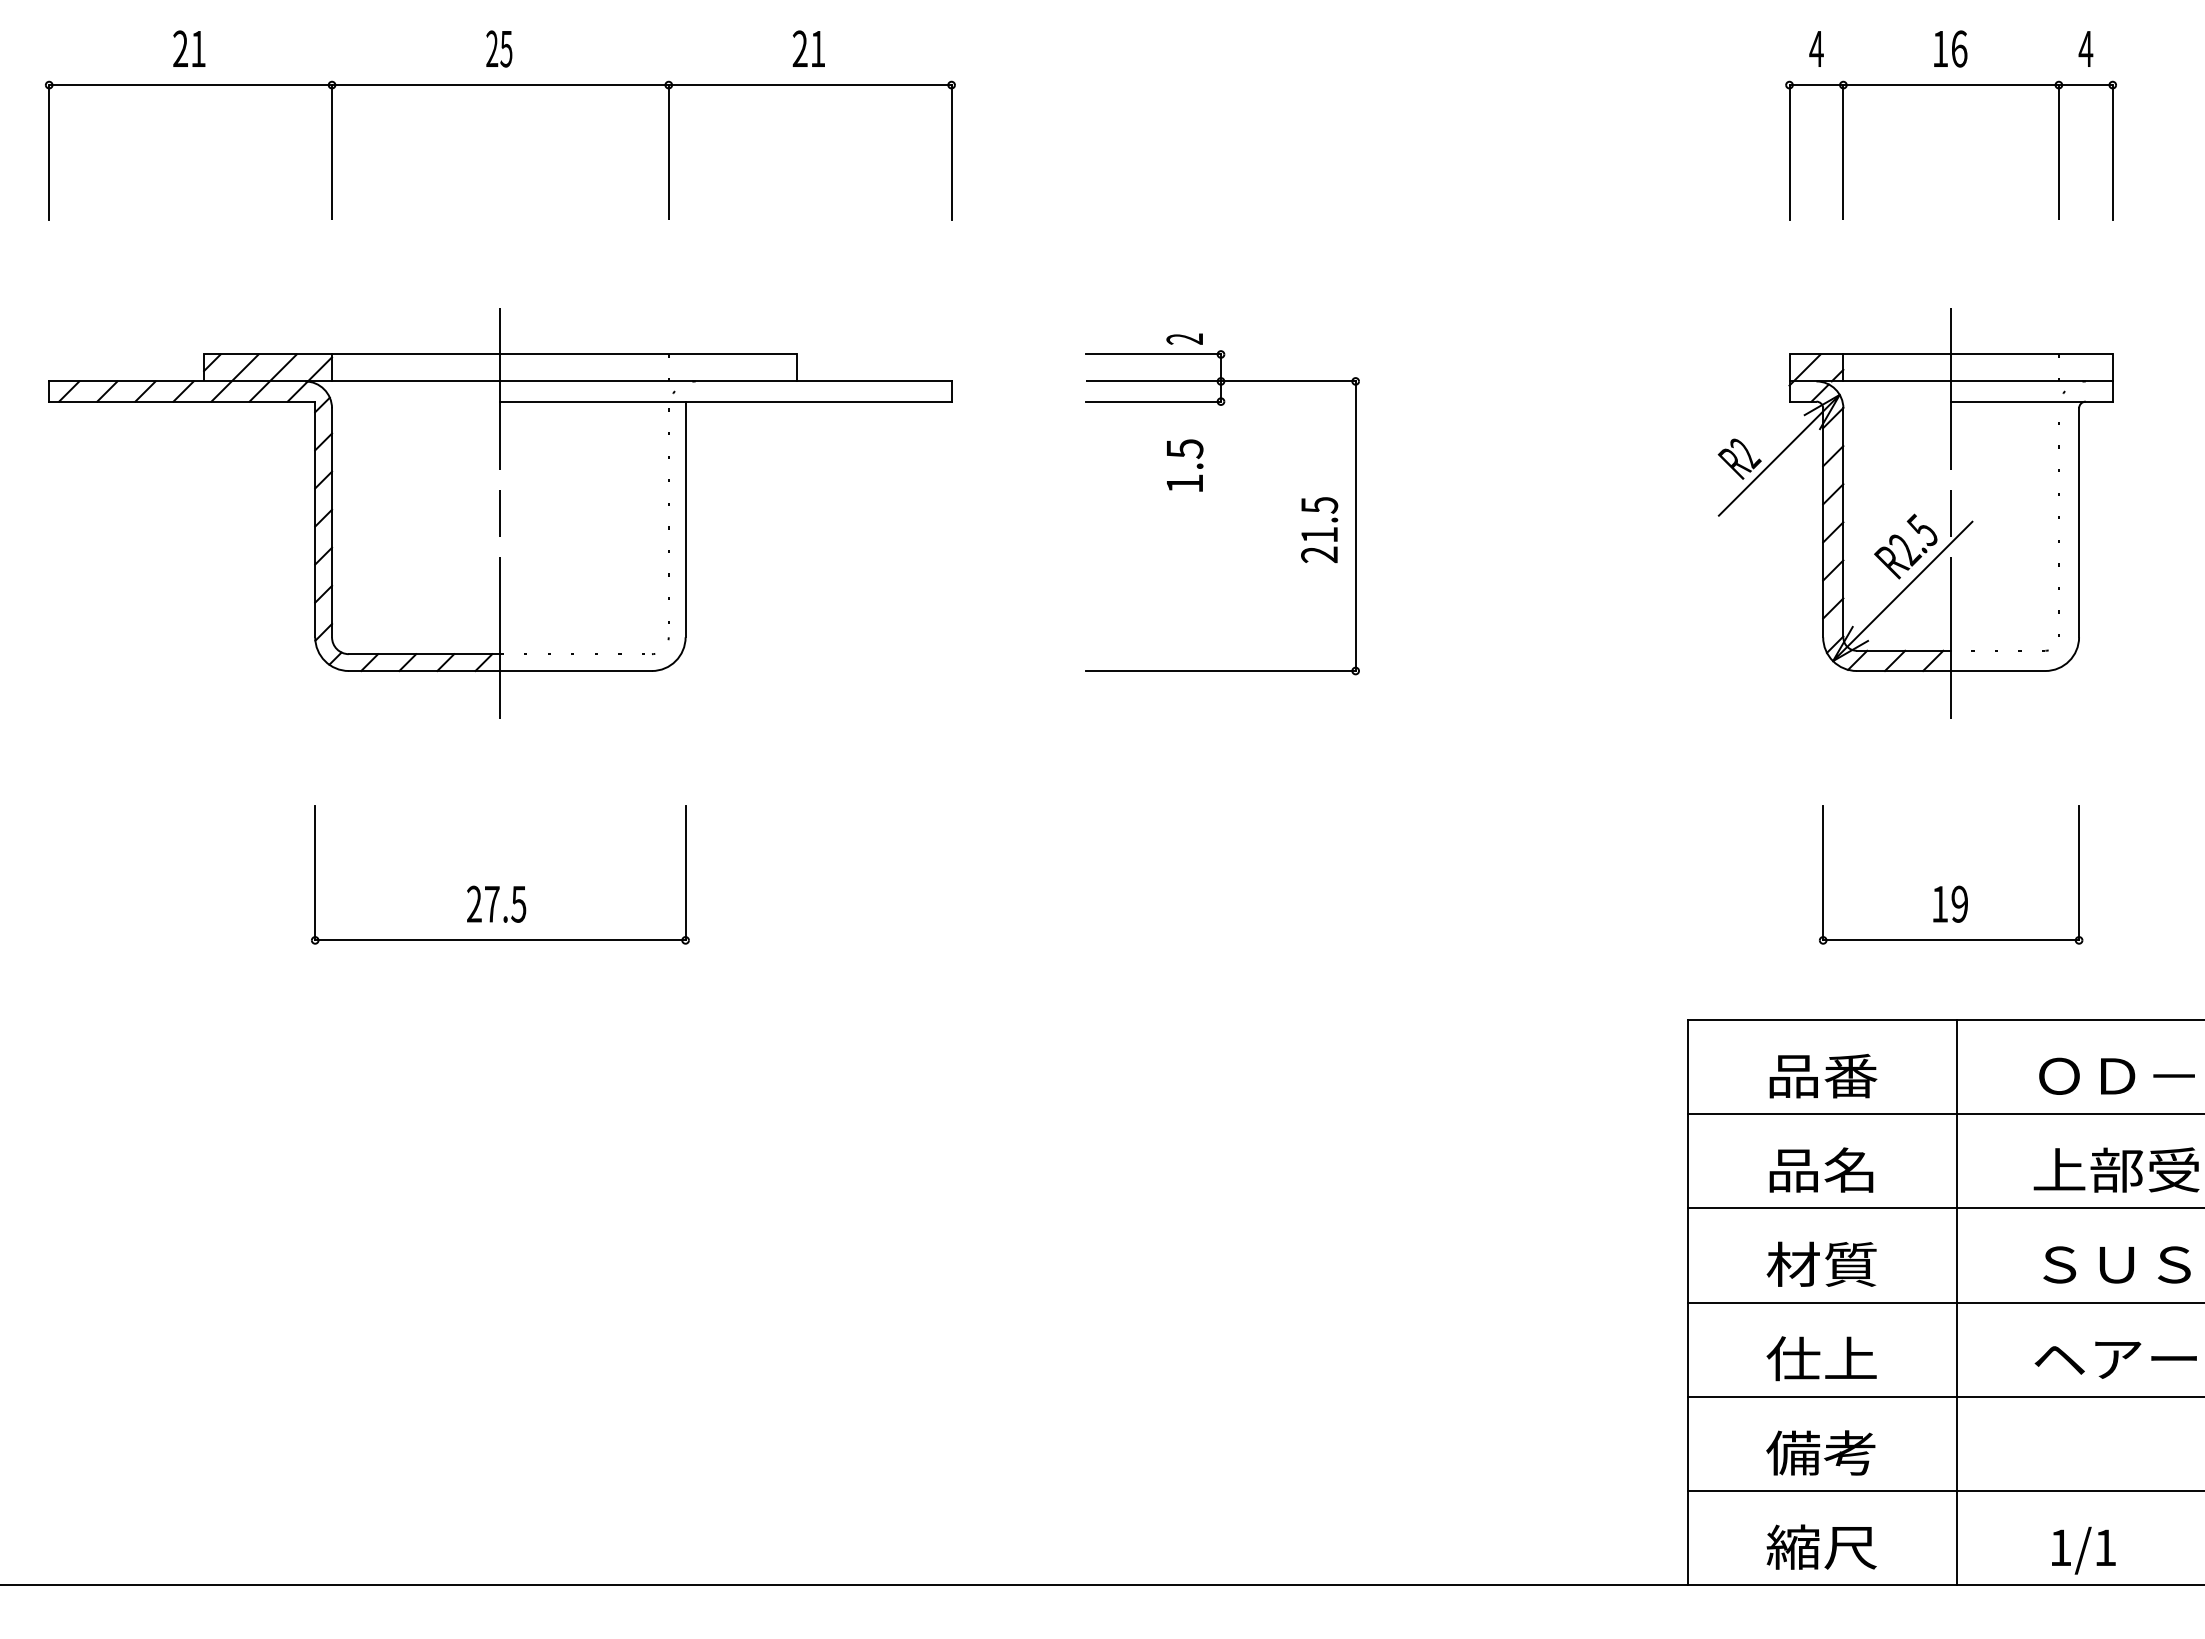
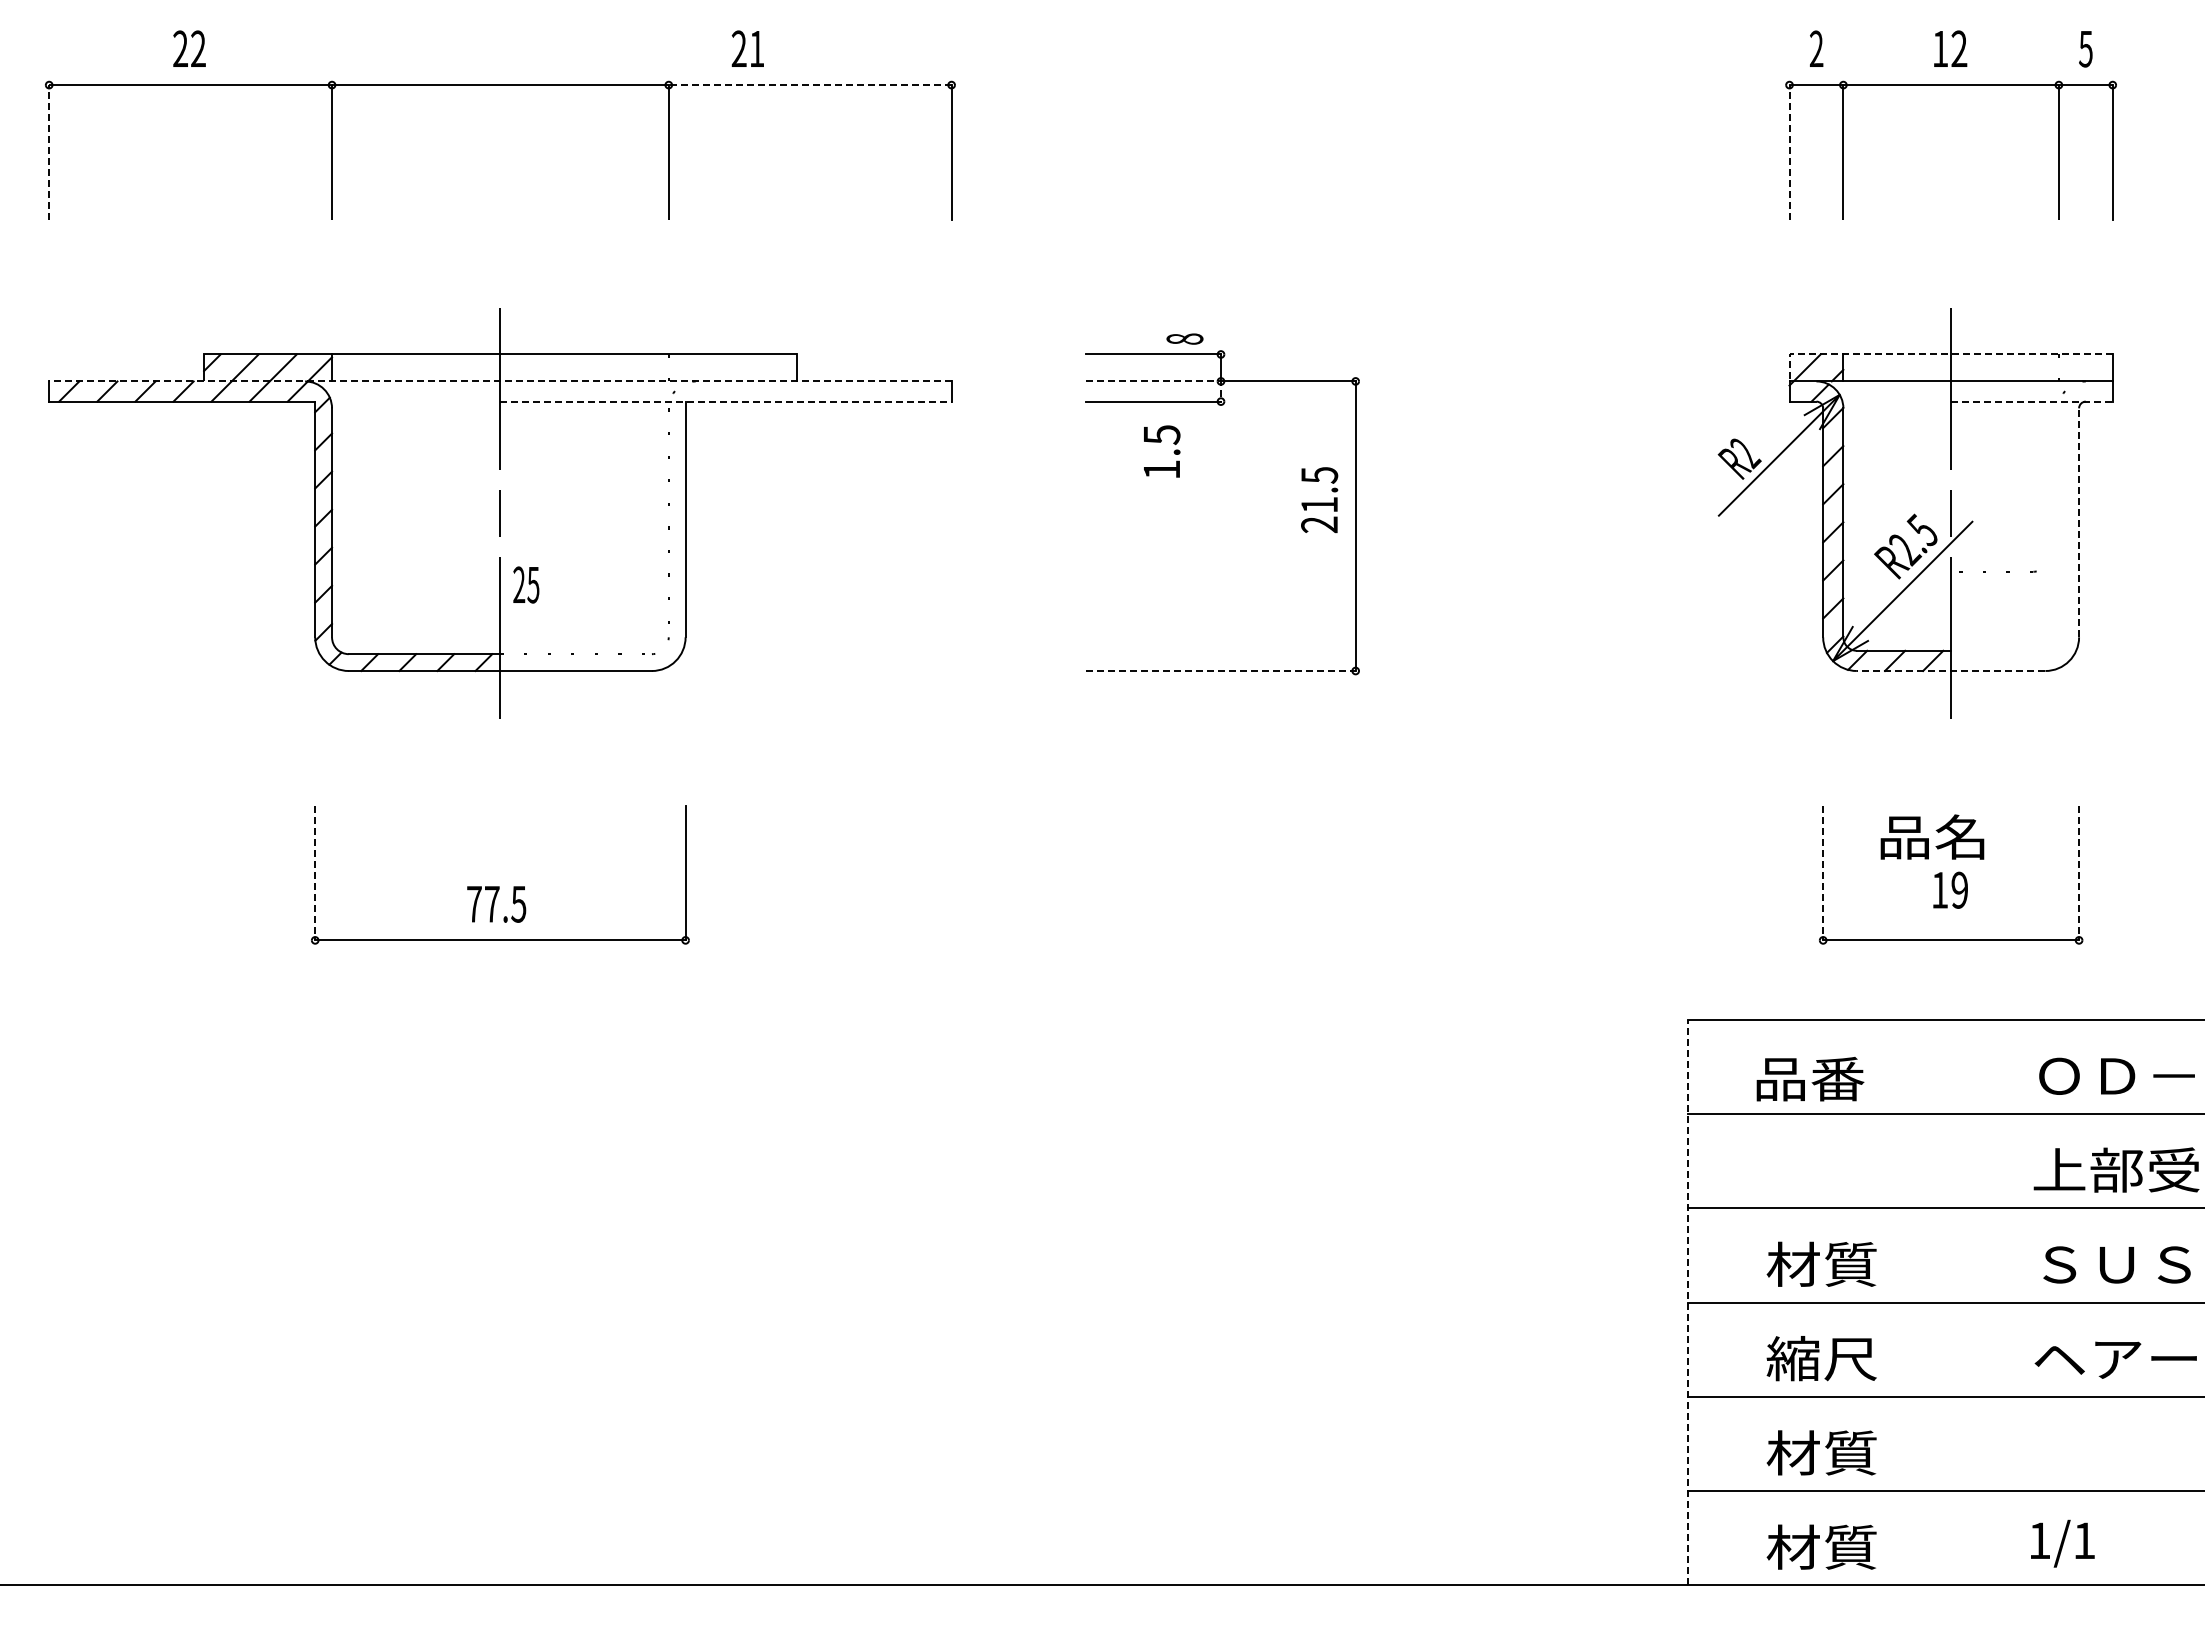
text at (198, 48): 21 -> 22
text at (499, 48) position: (499, 48) -> (526, 584)
text at (808, 48) position: (808, 48) -> (747, 48)
text at (1816, 48): 4 -> 2
text at (1959, 48): 16 -> 12
text at (2085, 49): 4 -> 5
line at (809, 85): solid -> dashed
line at (49, 151): solid -> dashed
line at (1789, 151): solid -> dashed
text at (1184, 338): 2 -> 8
line at (1937, 354): solid -> dashed
line at (499, 381): solid -> dashed
line at (1165, 381): solid -> dashed
line at (726, 401): solid -> dashed
line at (2031, 401): solid -> dashed
text at (1185, 465) position: (1185, 465) -> (1162, 451)
line at (2058, 518): present -> none
line at (2079, 522): solid -> dashed
text at (1319, 530) position: (1319, 530) -> (1319, 500)
part at (2018, 650) position: (2018, 650) -> (2006, 571)
line at (1220, 671): solid -> dashed
line at (1950, 671): solid -> dashed
line at (315, 873): solid -> dashed
line at (1823, 873): solid -> dashed
line at (2079, 873): solid -> dashed
text at (474, 903): 27.5 -> 77.5
text at (1950, 903) position: (1950, 903) -> (1950, 889)
text at (1823, 1076) position: (1823, 1076) -> (1810, 1079)
text at (1821, 1169) position: (1821, 1169) -> (1932, 836)
line at (1687, 1302): solid -> dashed
line at (1956, 1302): present -> none
text at (1821, 1358): 仕上 -> 縮尺
text at (1821, 1452): 備考 -> 材質
text at (1821, 1546): 縮尺 -> 材質
text at (2083, 1550) position: (2083, 1550) -> (2062, 1543)
